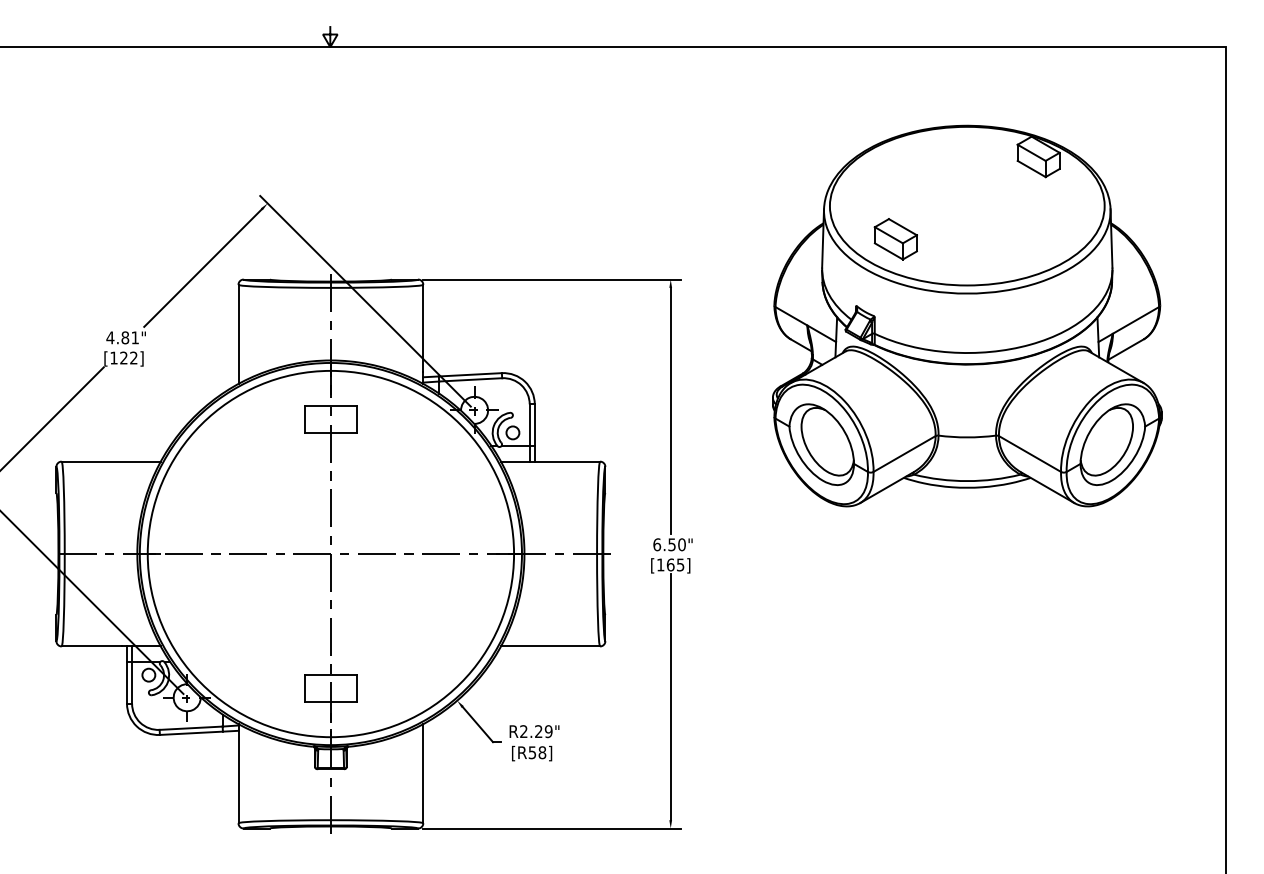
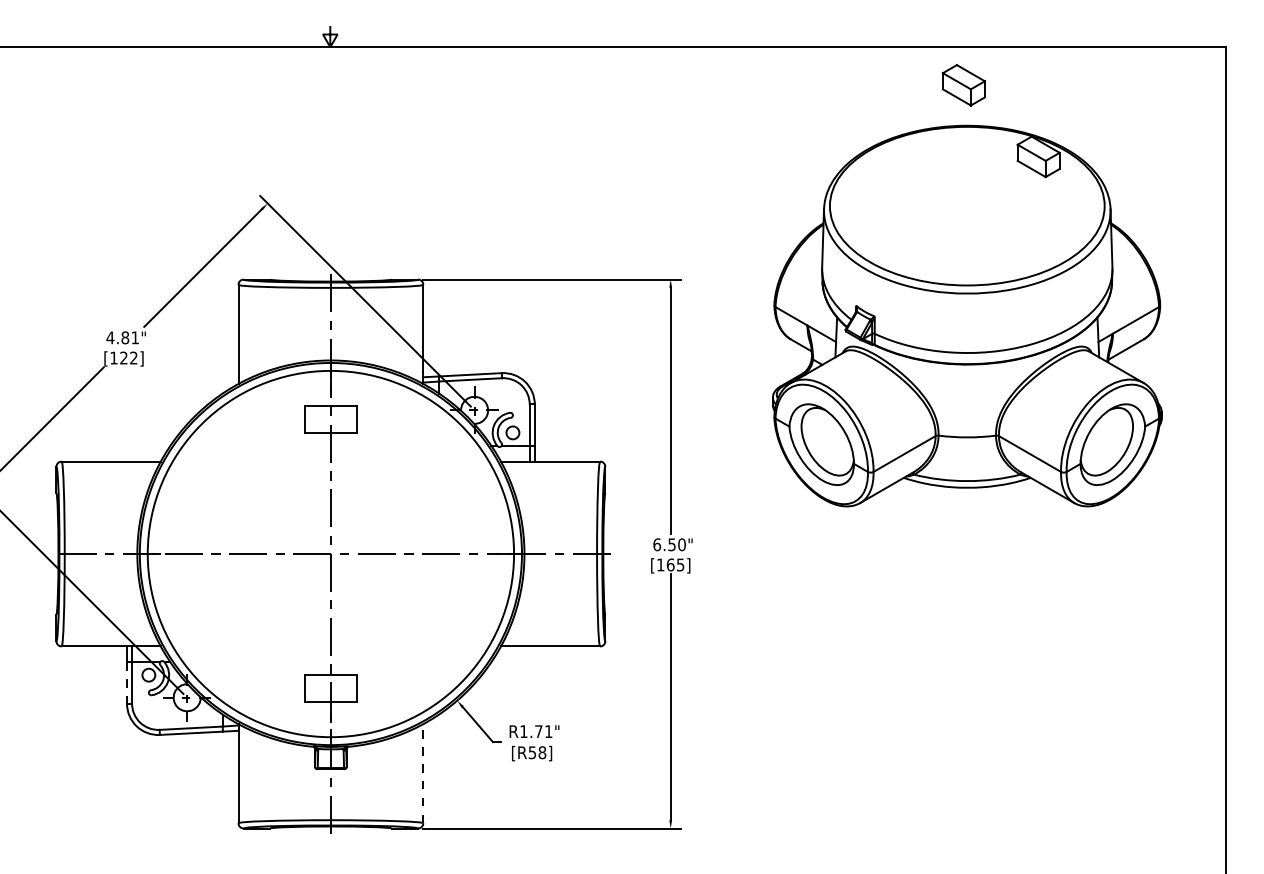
part at (895, 239) position: (895, 239) -> (963, 85)
line at (127, 683): solid -> dashed
text at (536, 731): R2.29" -> R1.71"
line at (423, 773): solid -> dashed
